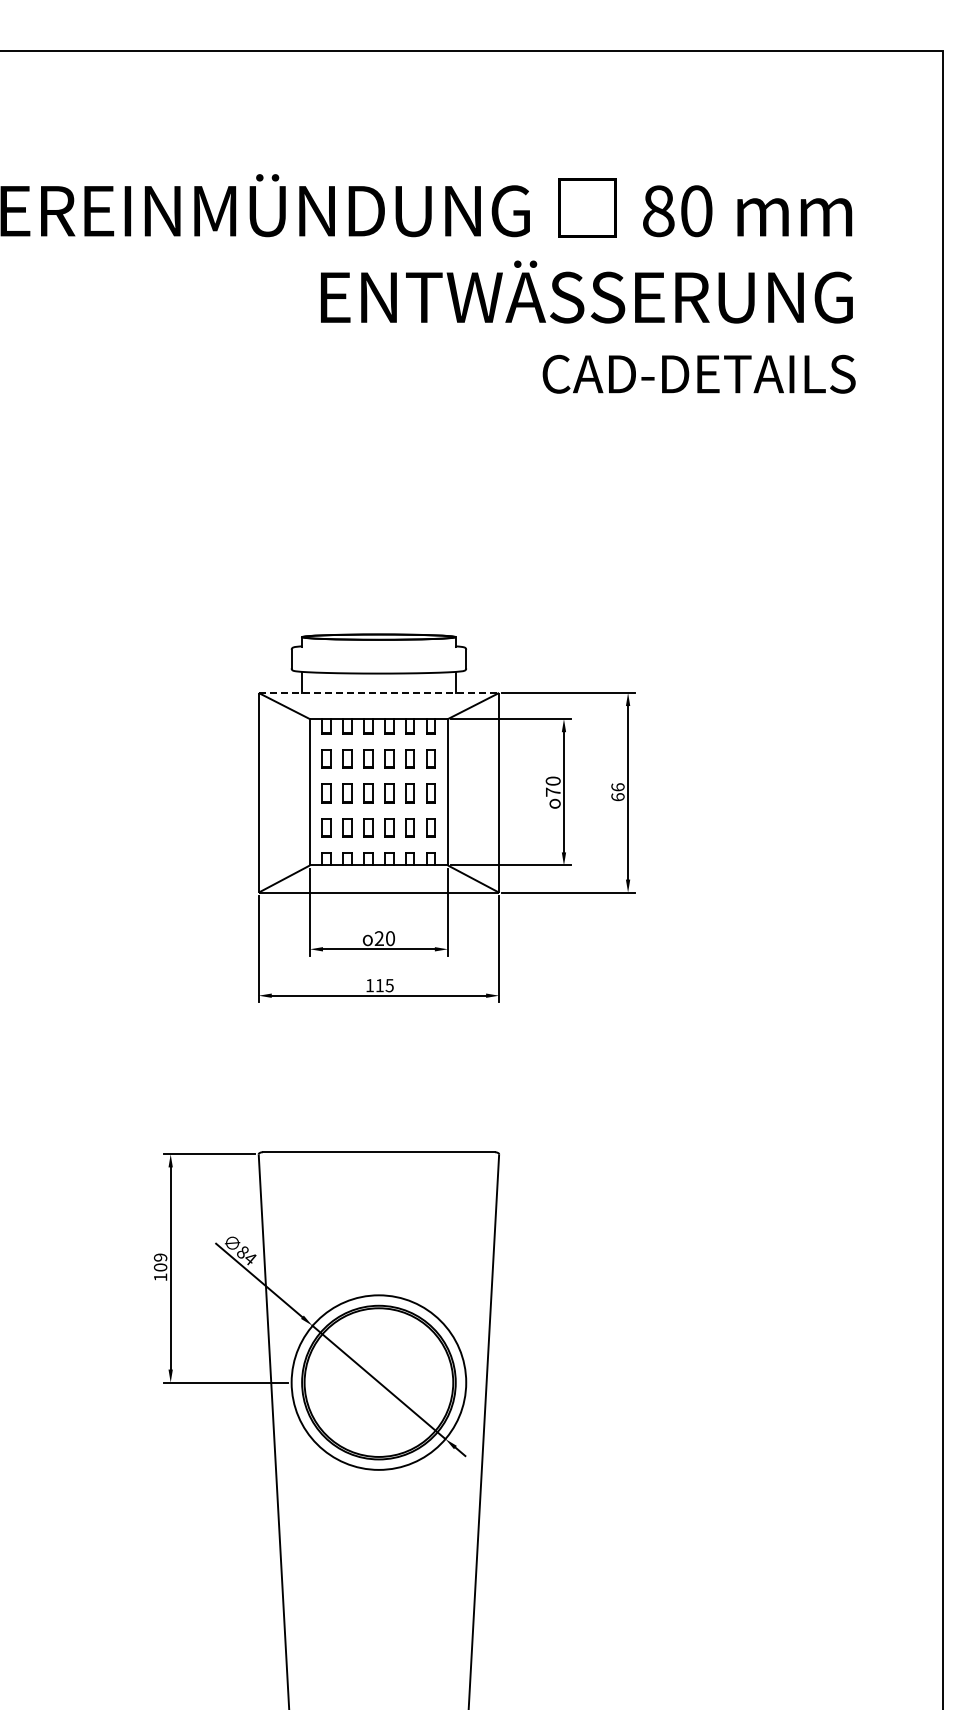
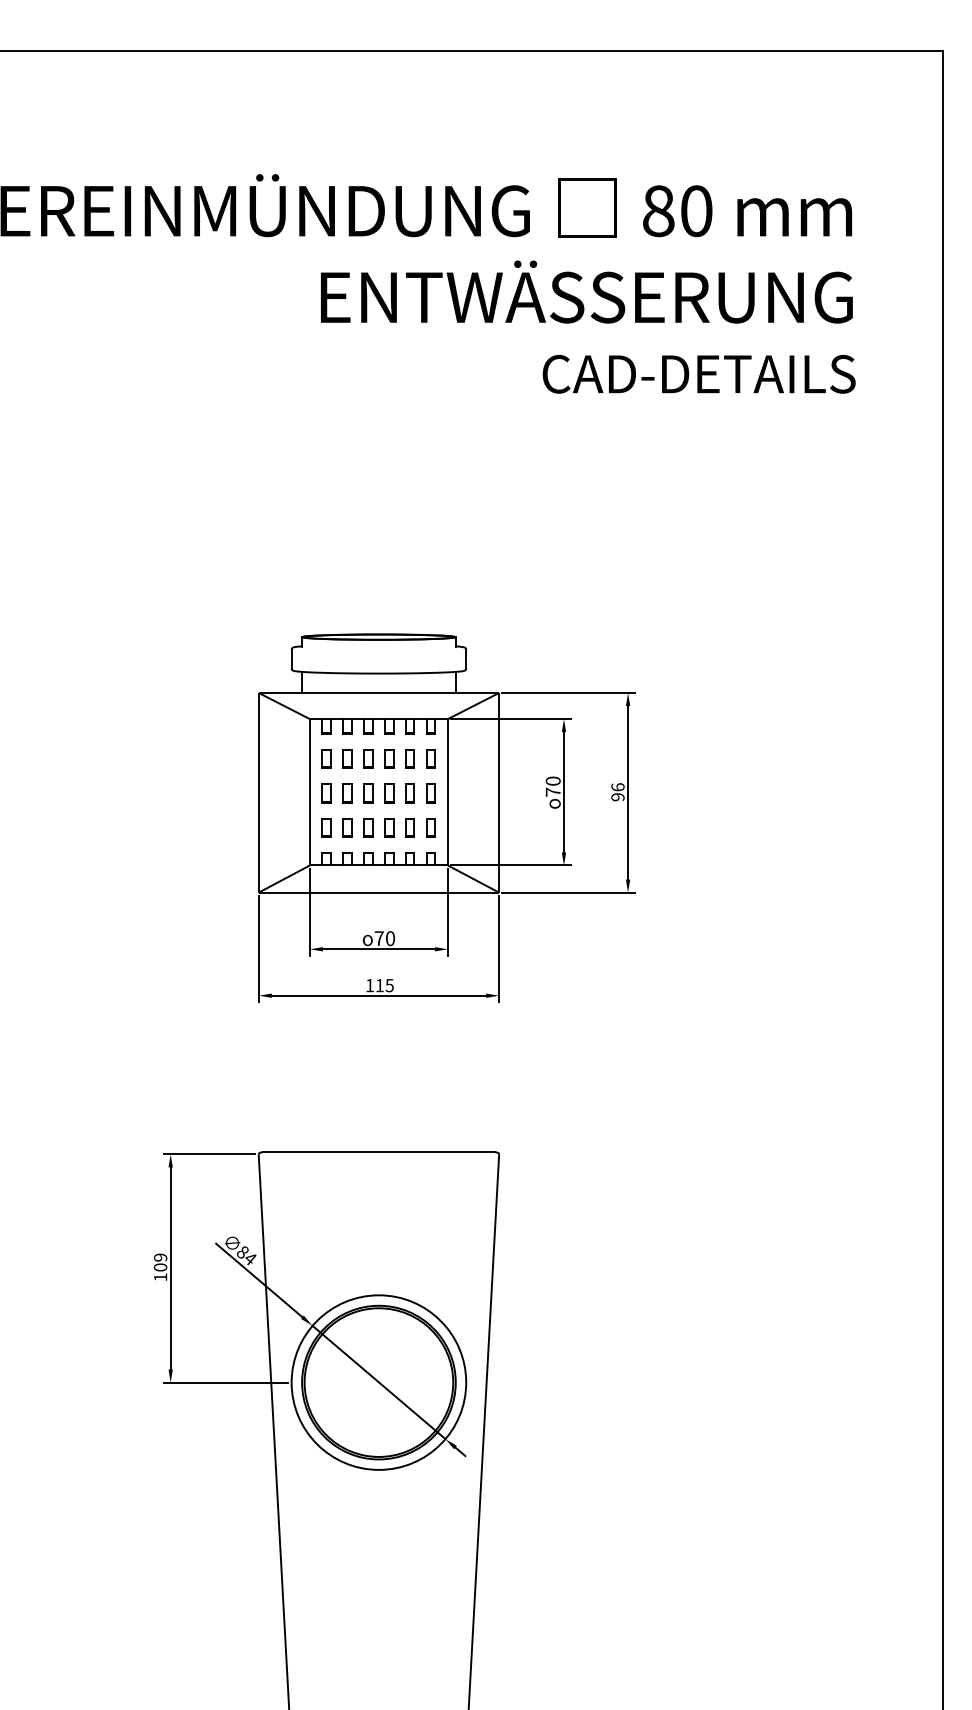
line at (379, 692): dashed -> solid
text at (617, 797): 66 -> 96
text at (378, 938): 20 -> 70
